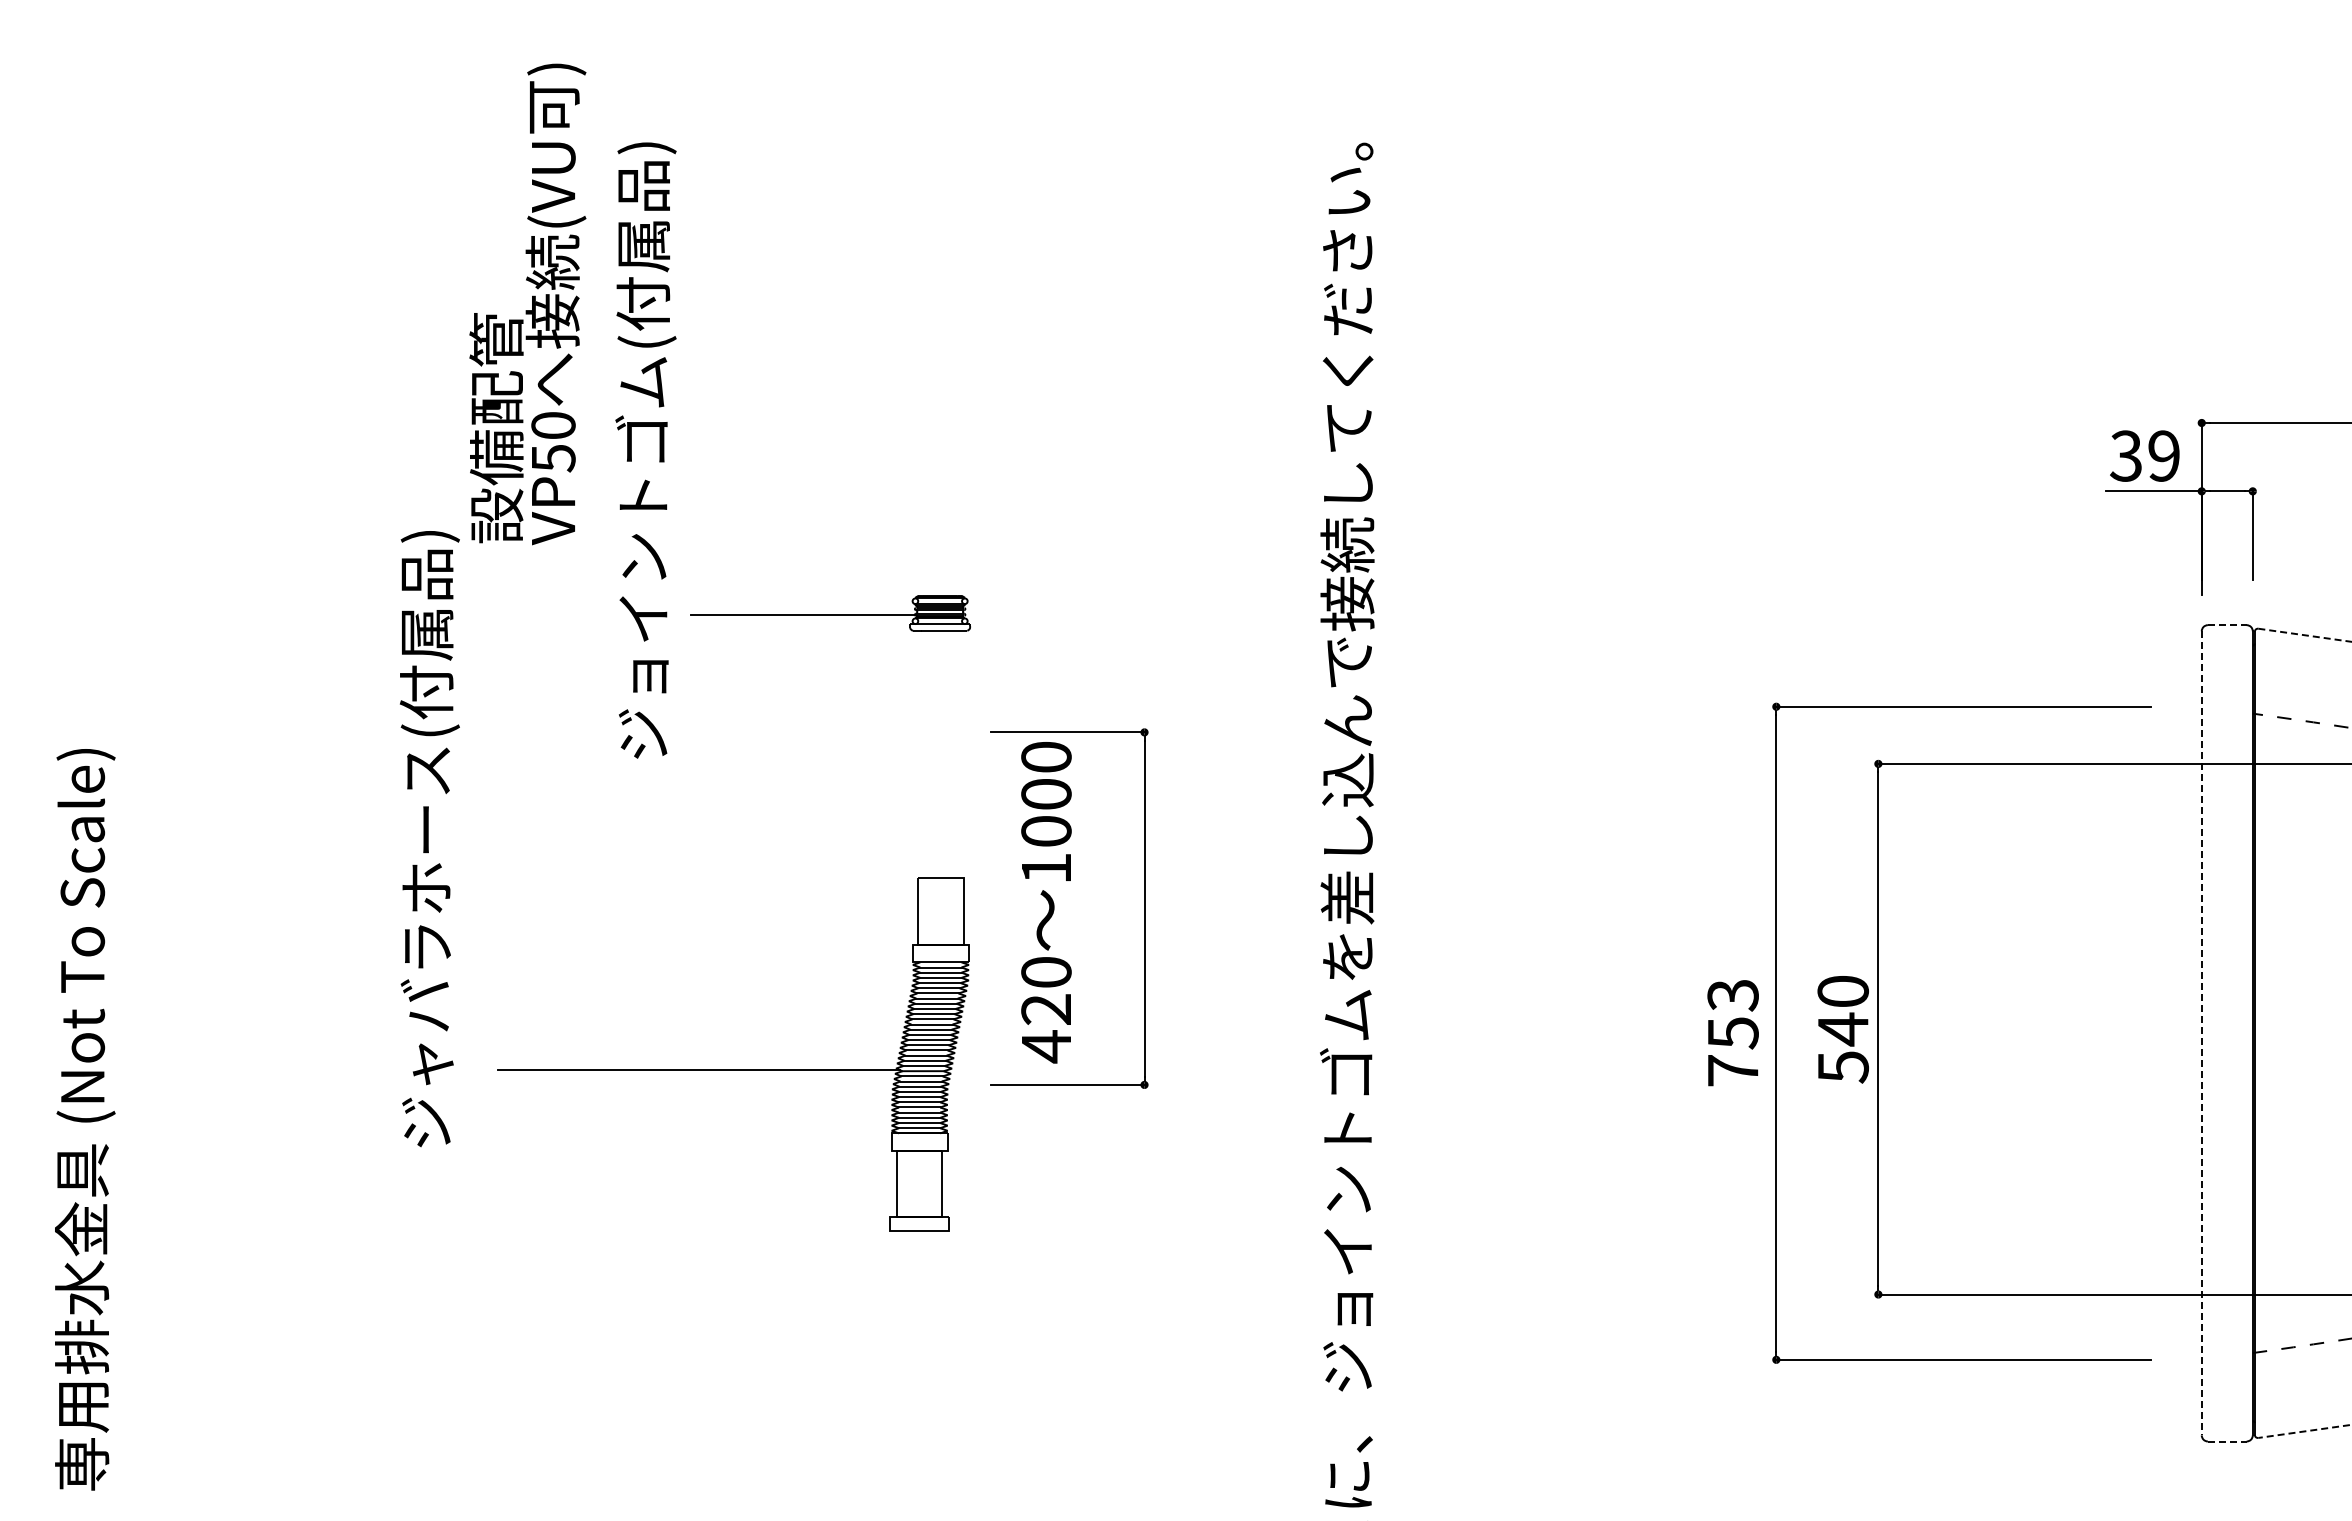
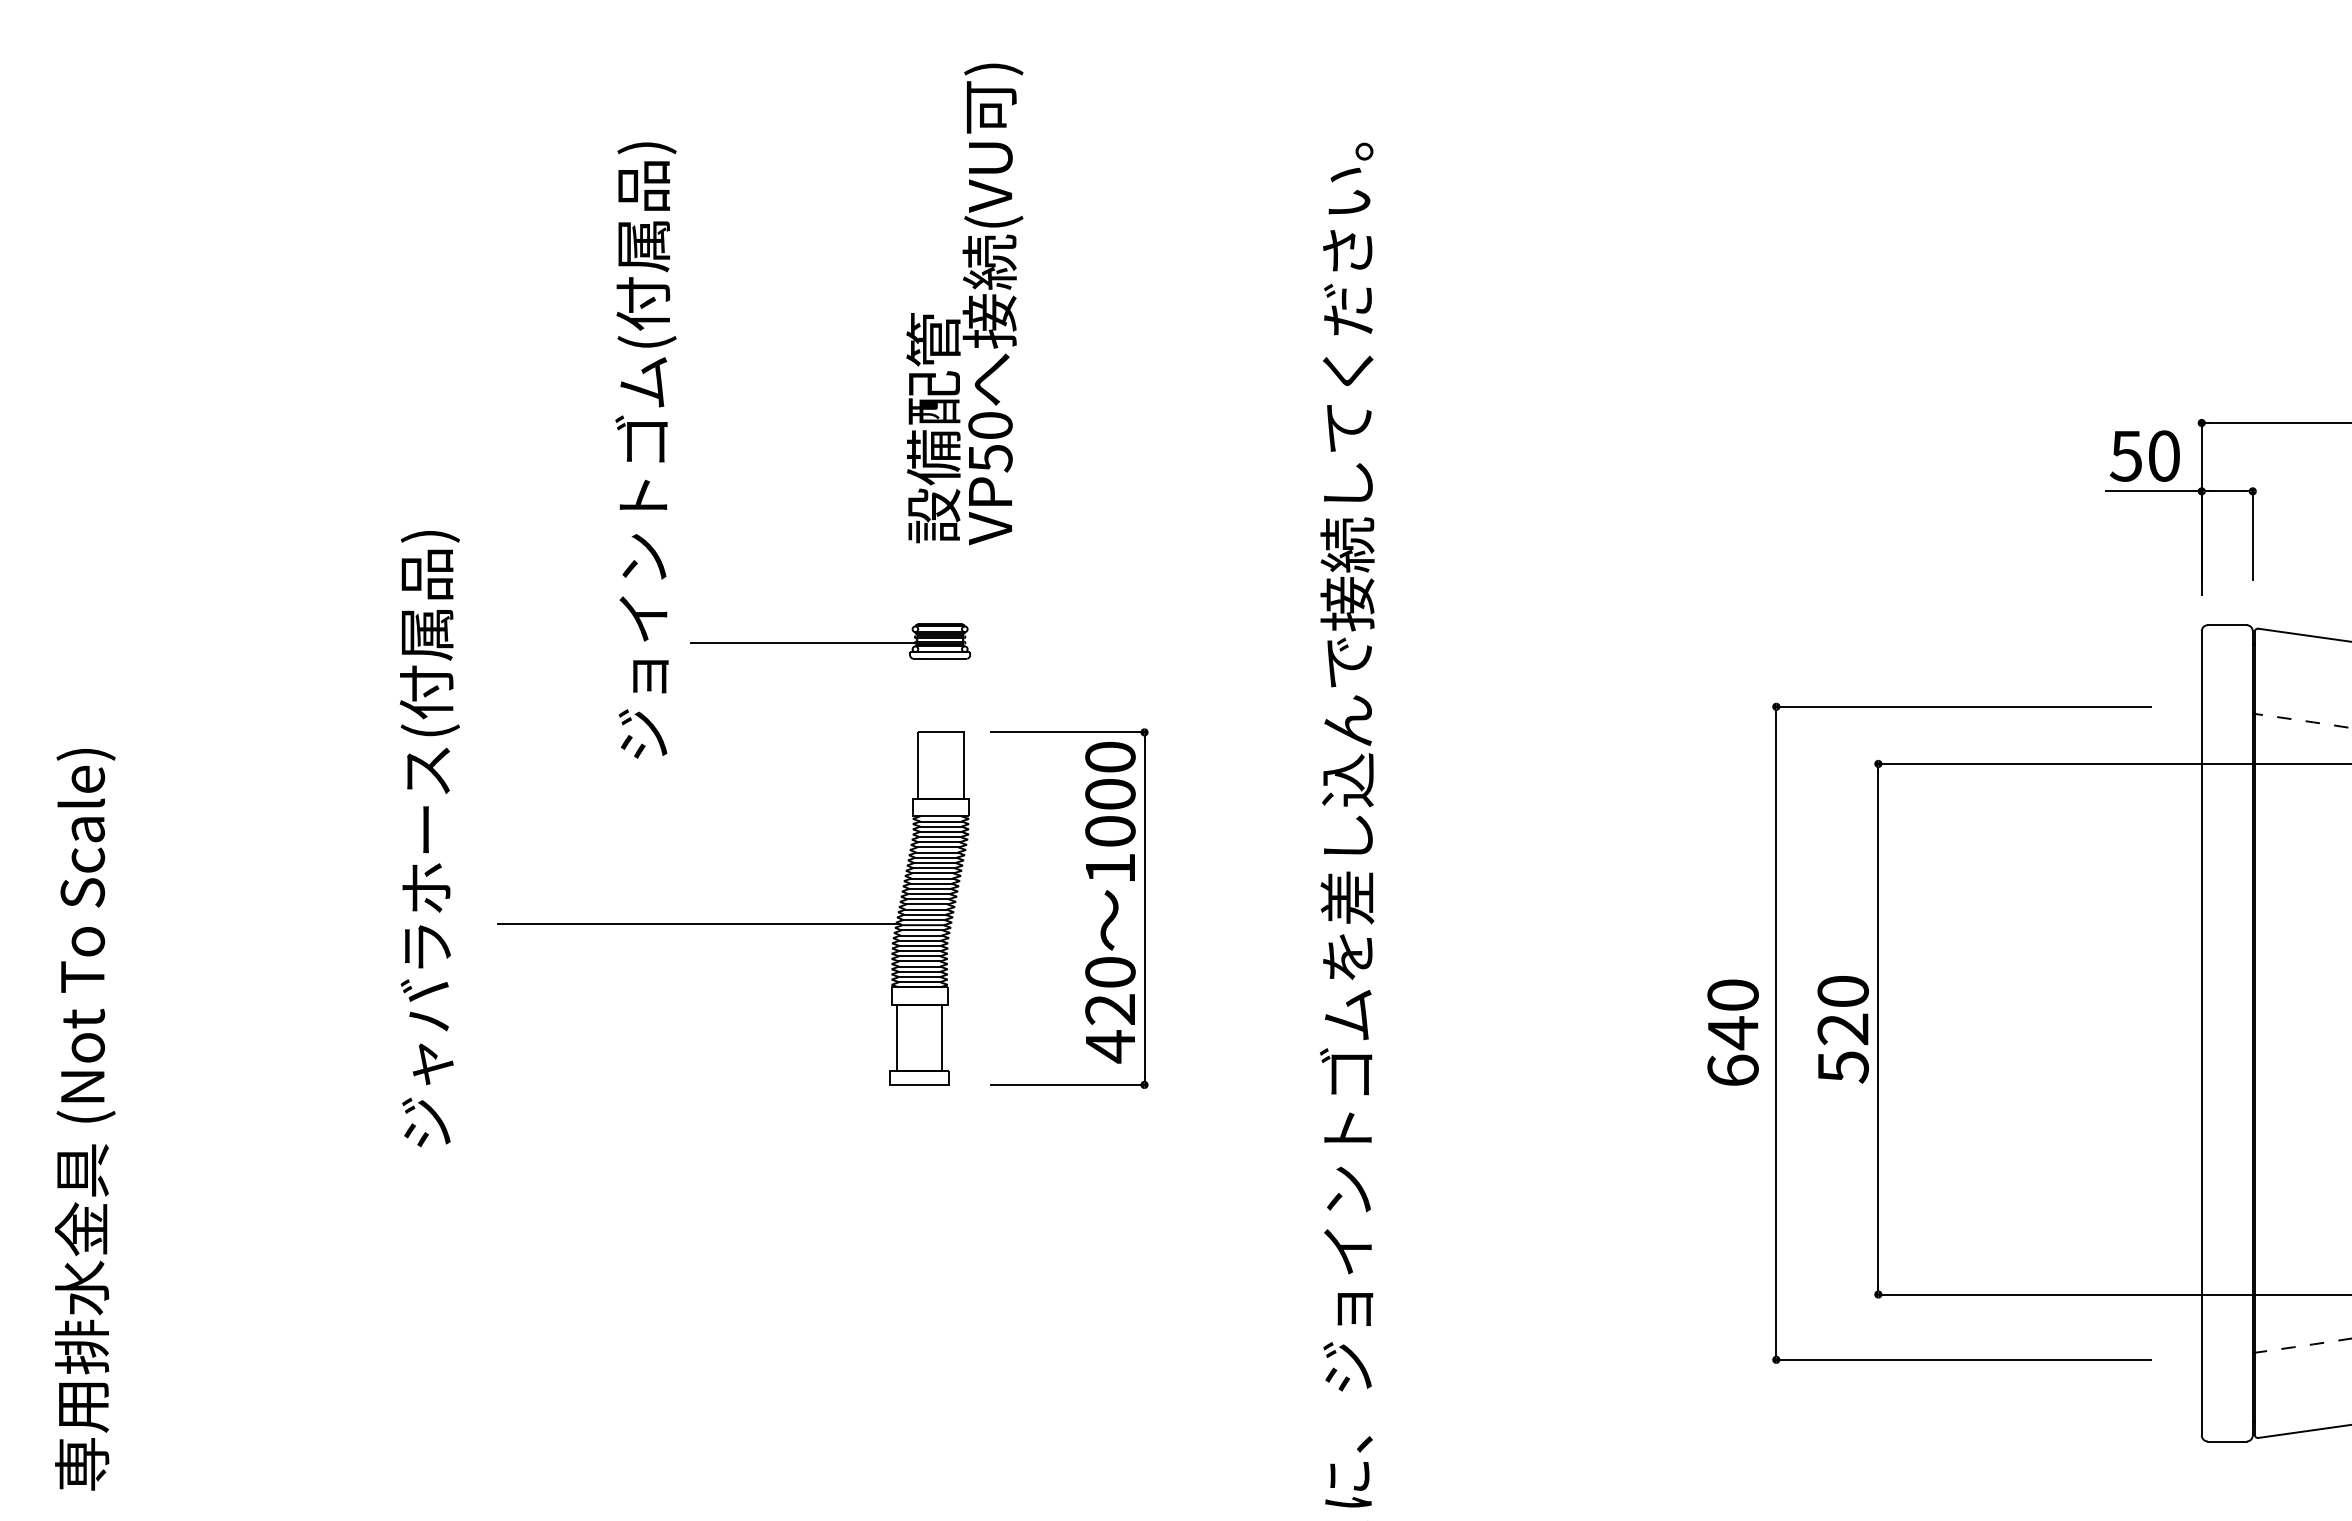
text at (527, 304) position: (527, 304) -> (964, 304)
text at (2144, 455): 39 -> 50
part at (830, 613) position: (830, 613) -> (830, 641)
line at (2227, 625): dashed -> solid
line at (2304, 635): dashed -> solid
text at (1046, 902) position: (1046, 902) -> (1110, 902)
text at (1842, 1029): 540 -> 520
text at (1732, 1032): 753 -> 640
line at (2201, 1033): dashed -> solid
part at (733, 1069) position: (733, 1069) -> (733, 923)
line at (2304, 1431): dashed -> solid
line at (2227, 1441): dashed -> solid
